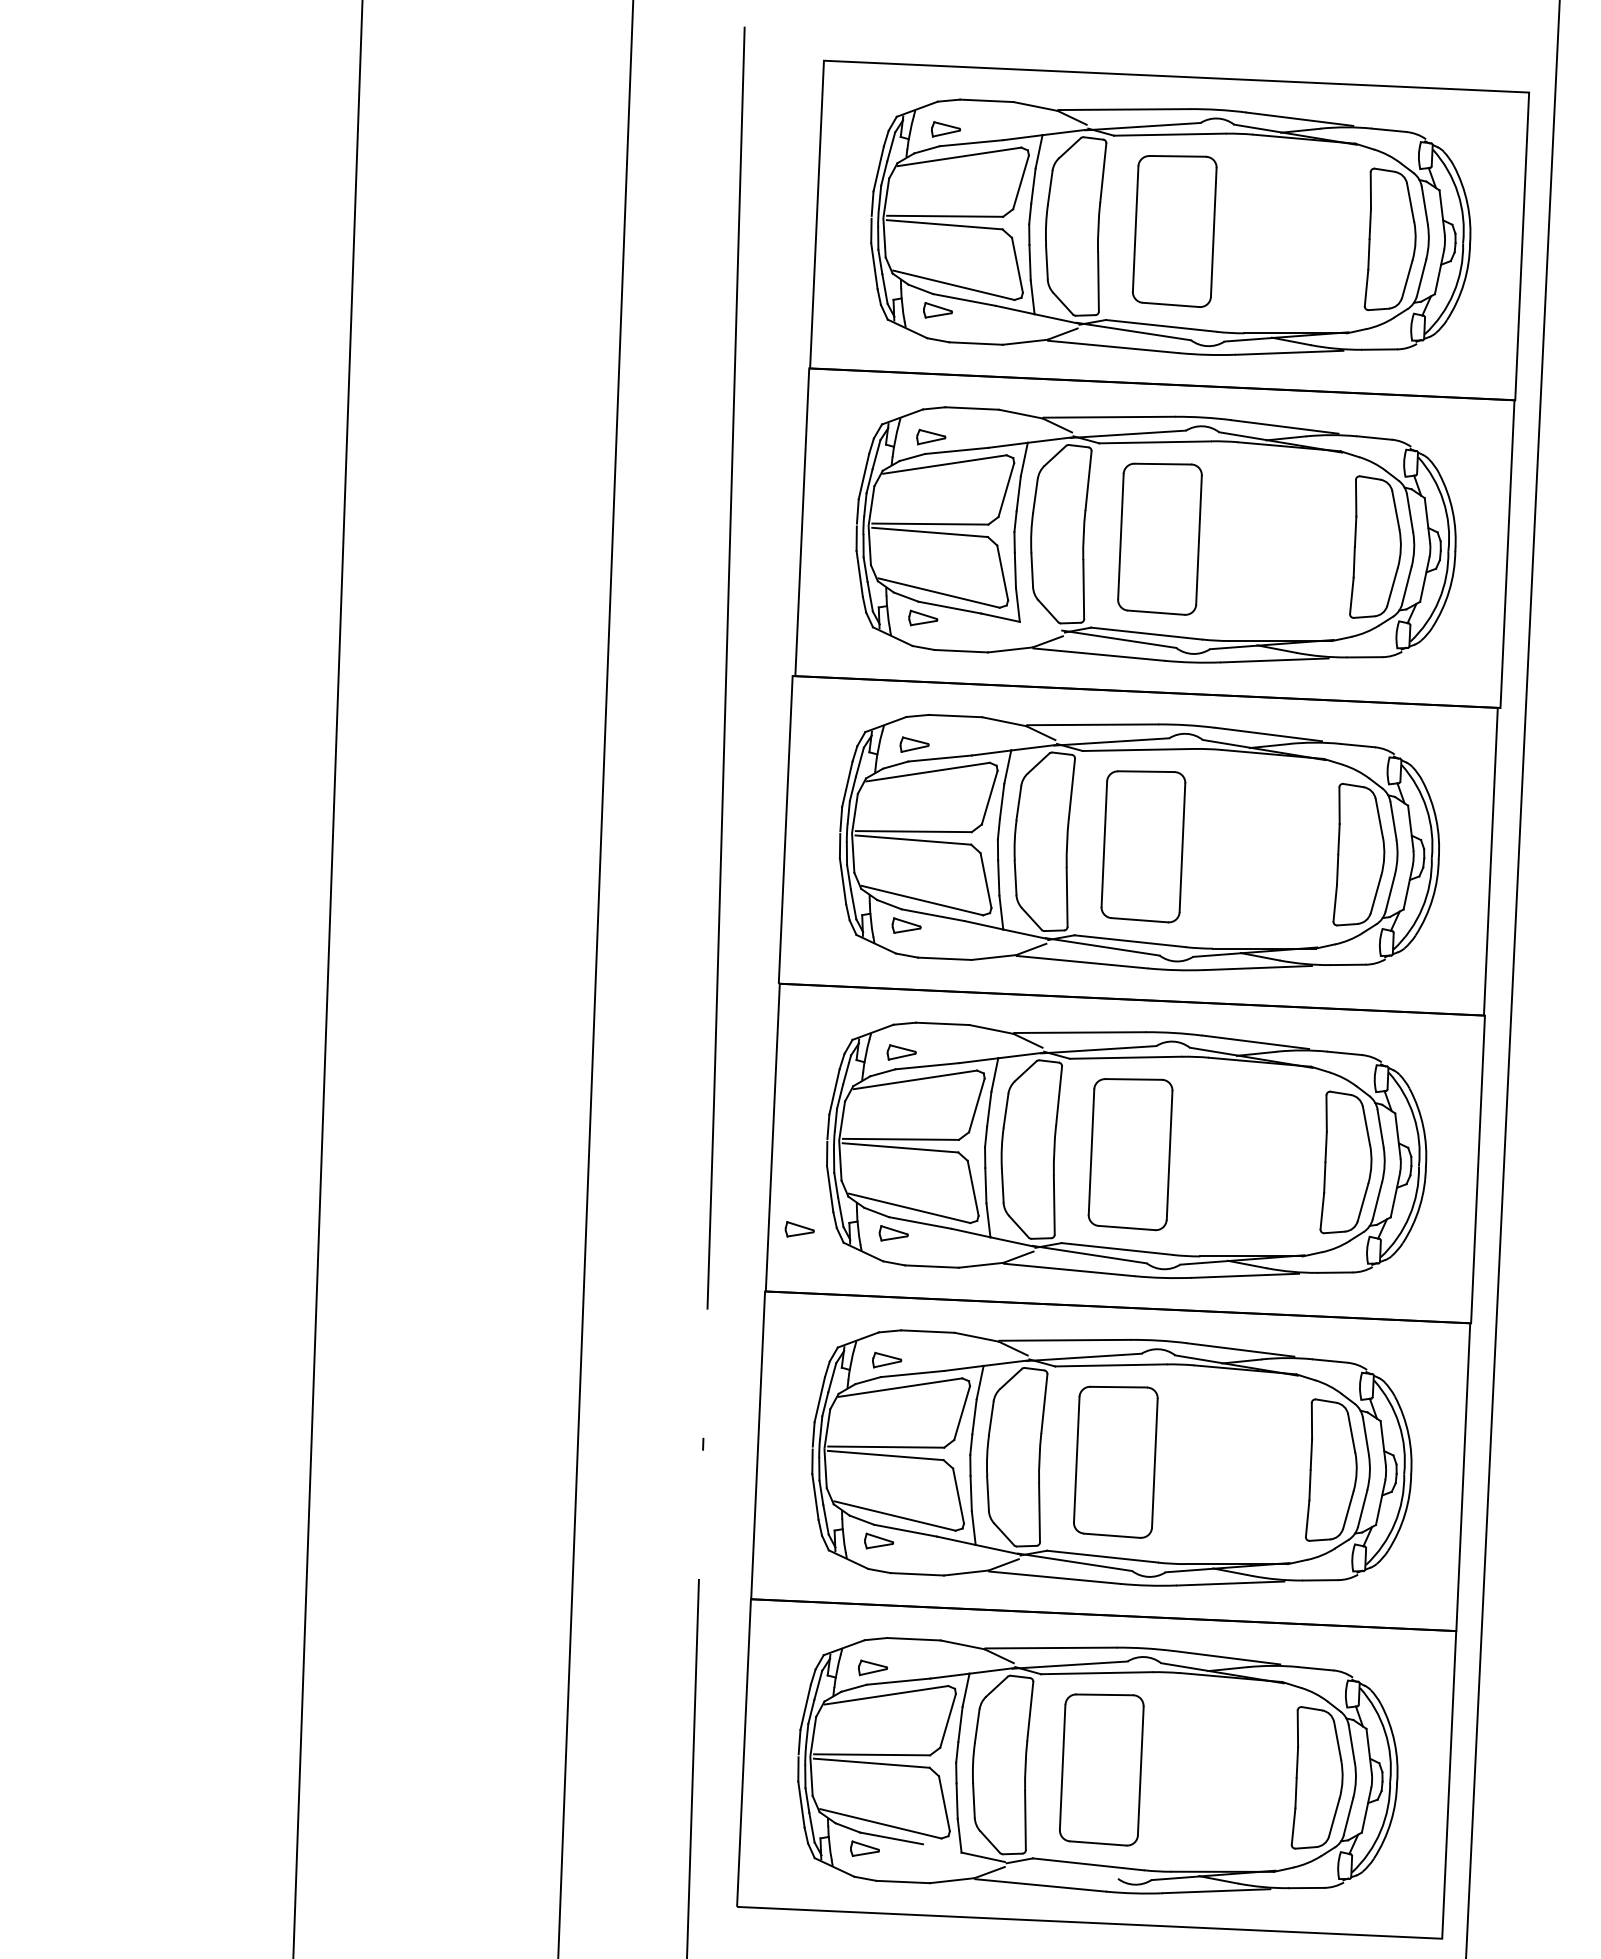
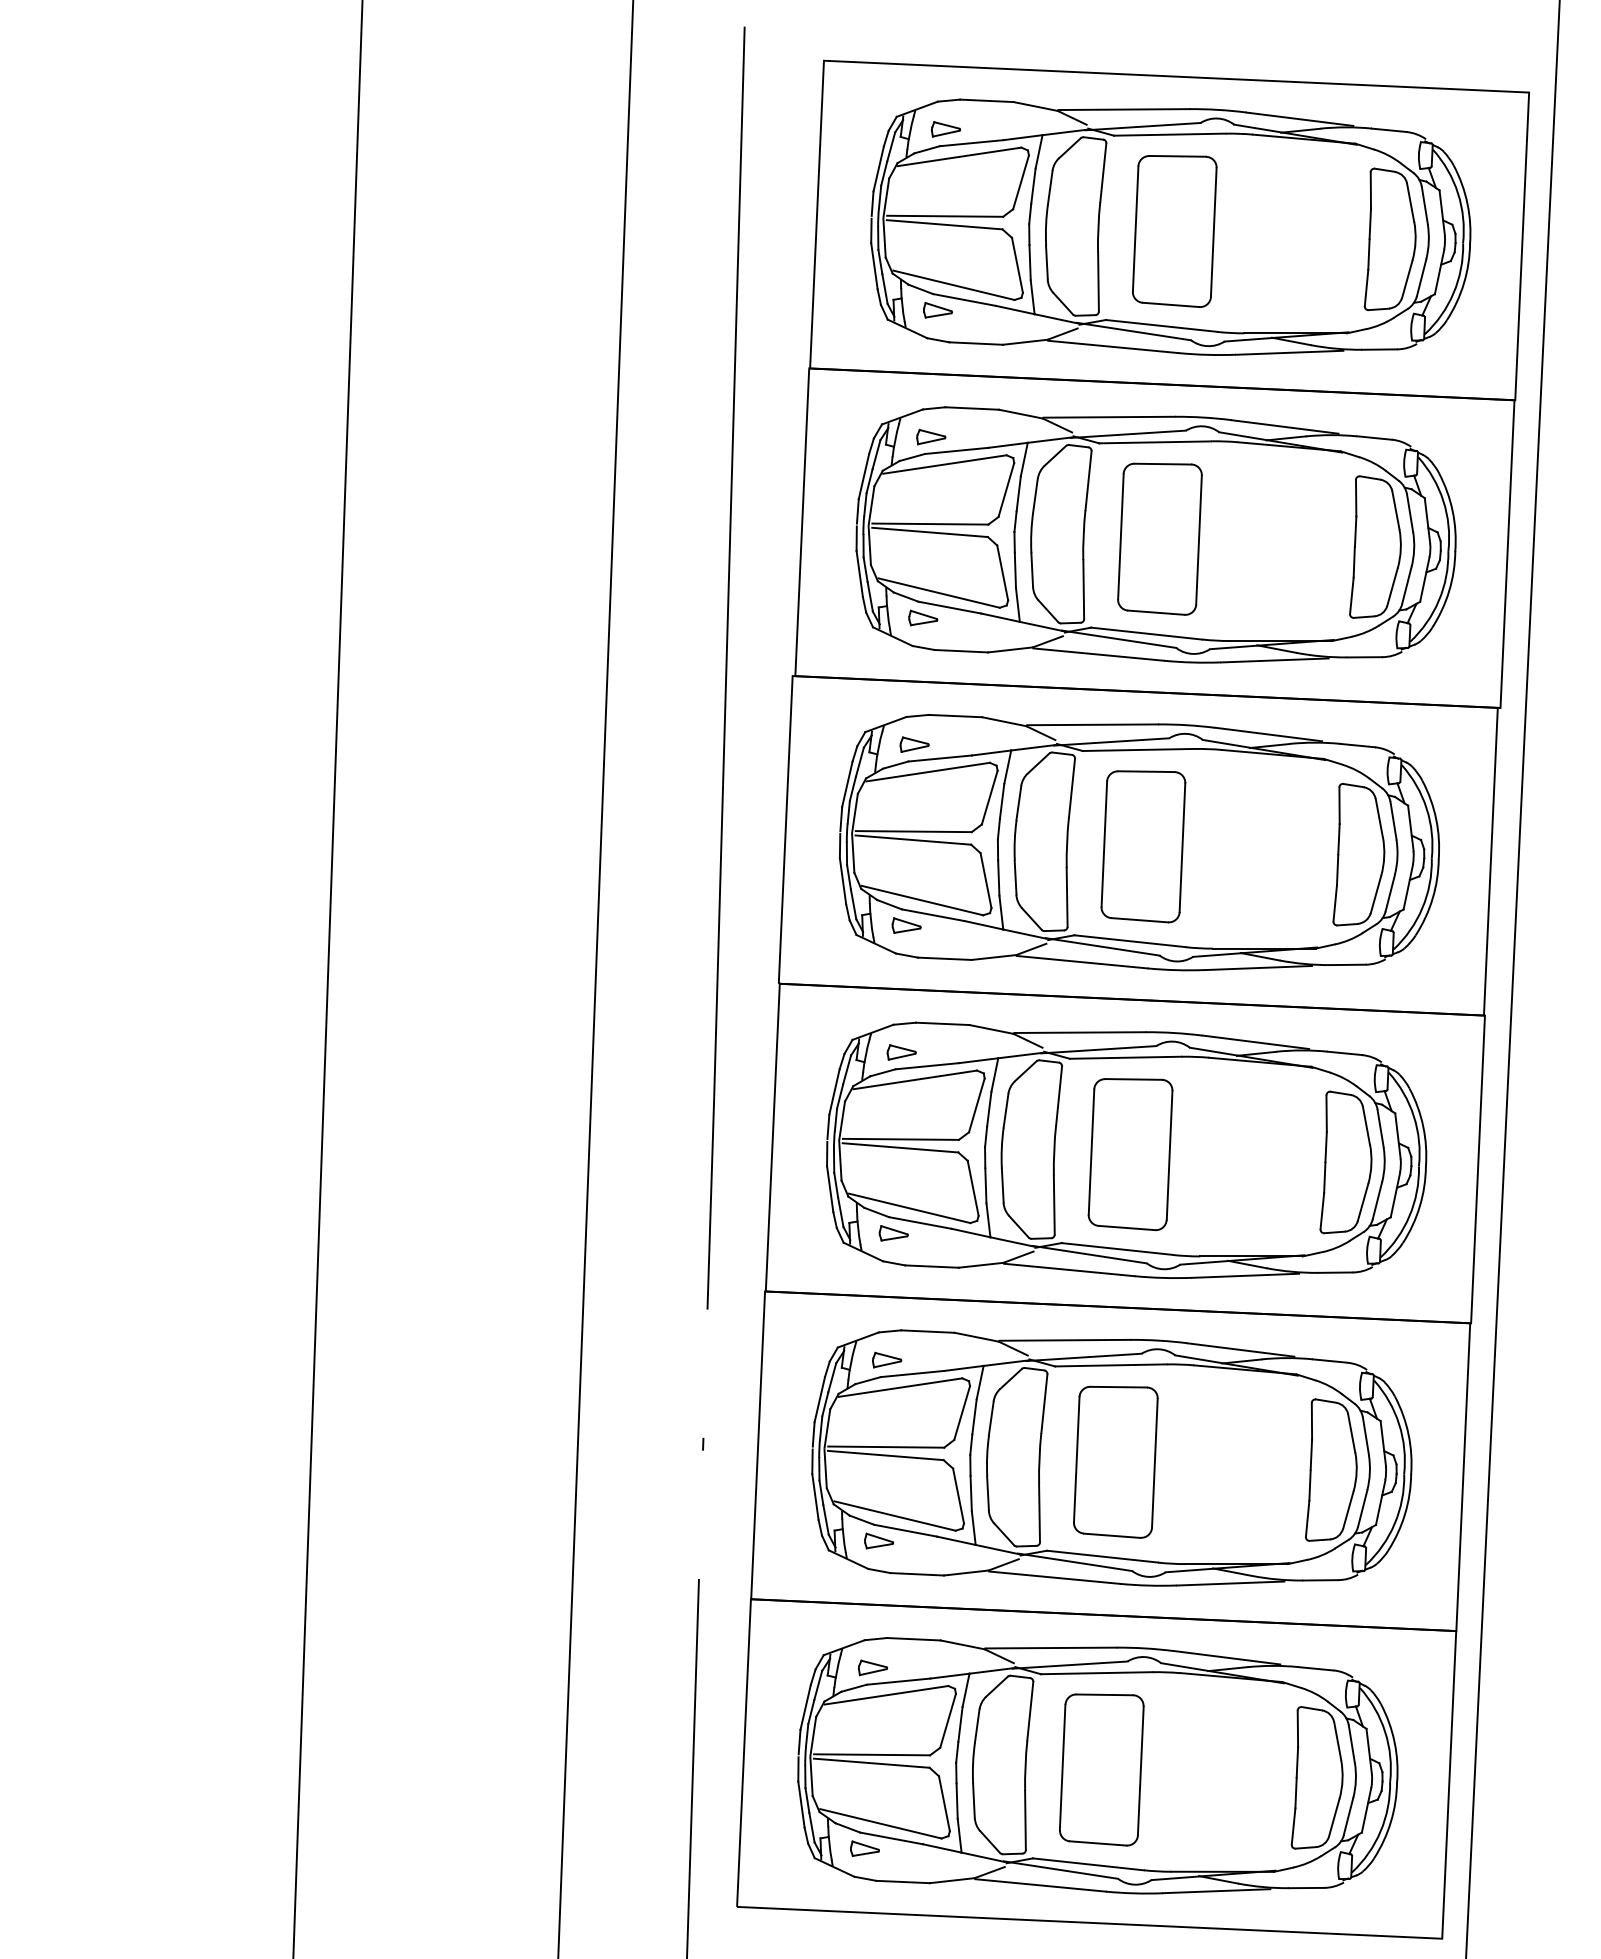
line at (1041, 626): none -> present
part at (799, 1229): present -> none
line at (942, 1848): none -> present
line at (1060, 1869): none -> present
